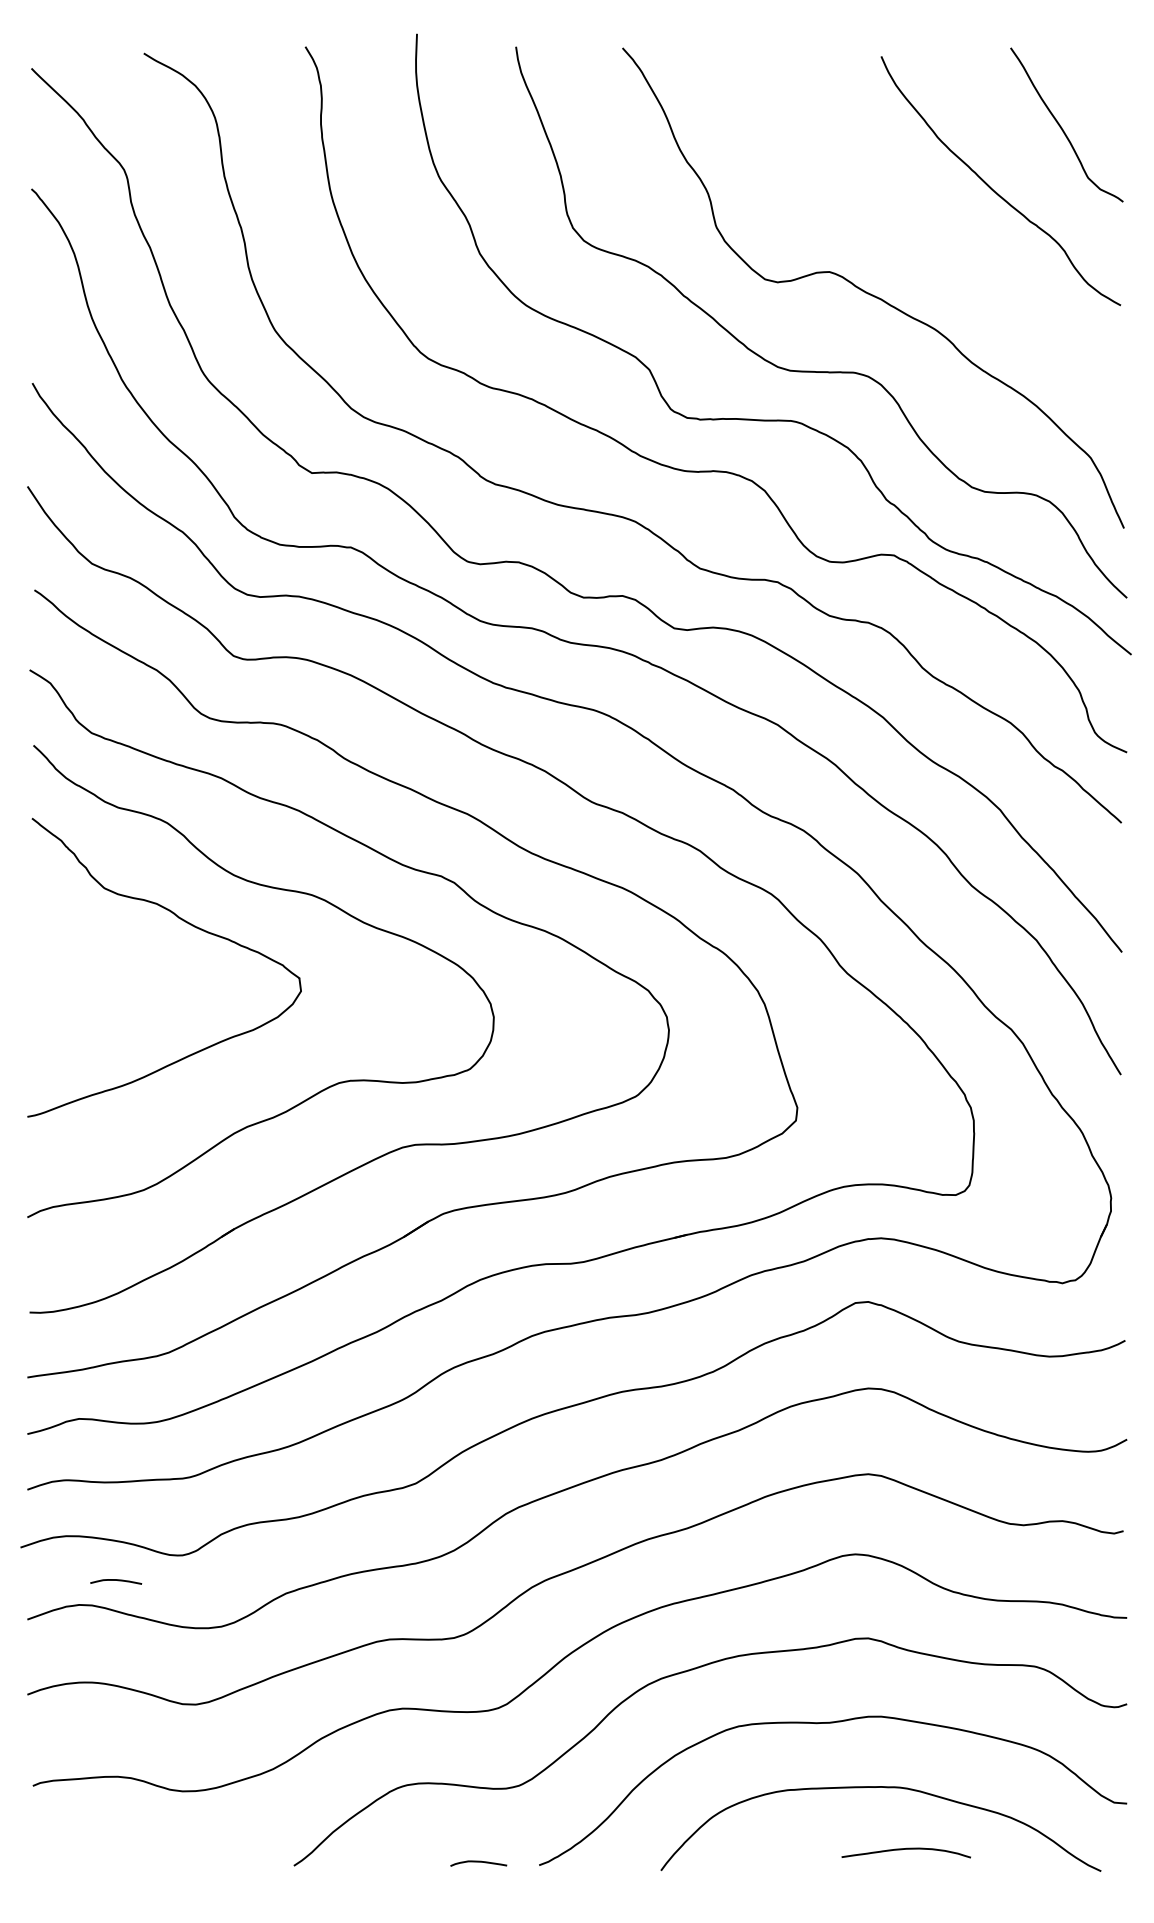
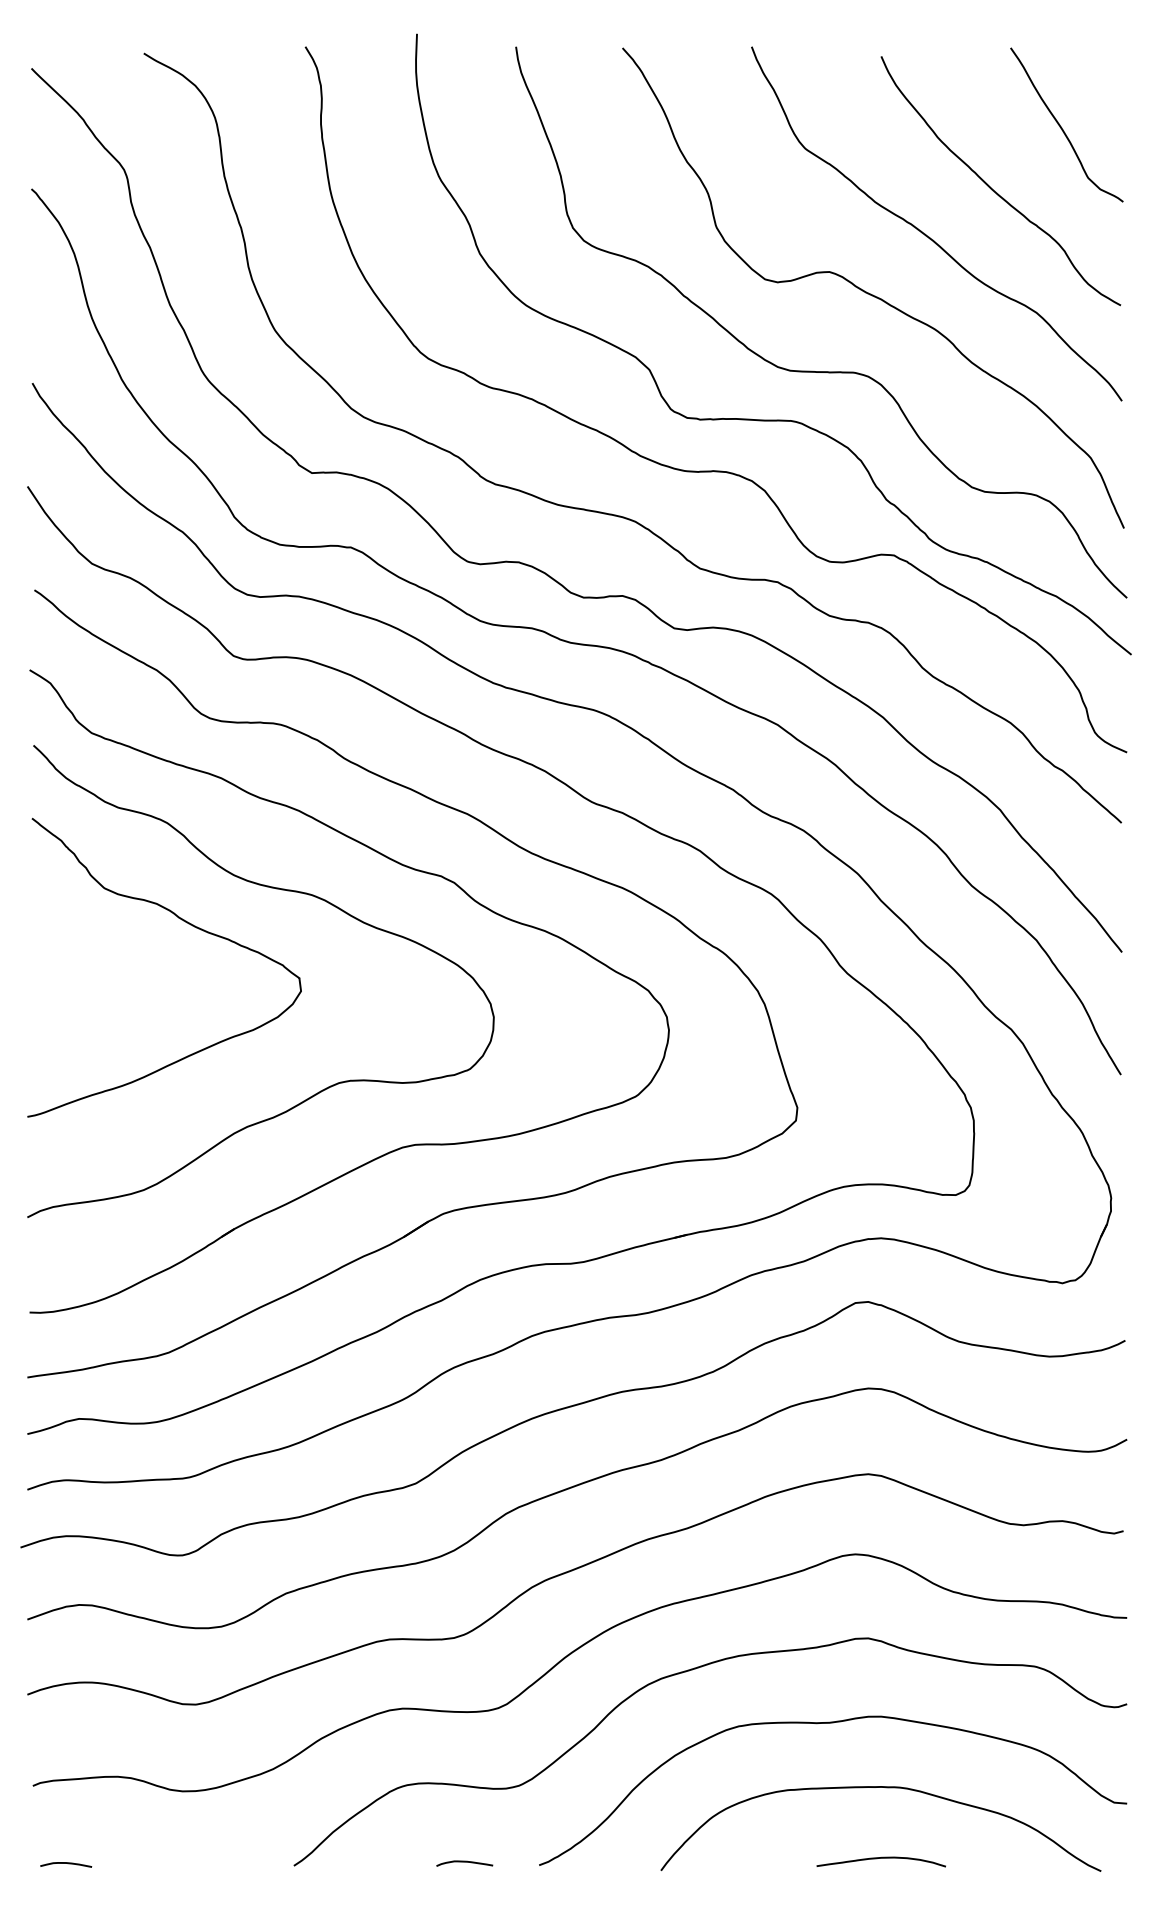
curve at (929, 236): none -> present
curve at (116, 1580) position: (116, 1580) -> (66, 1863)
curve at (905, 1849) position: (905, 1849) -> (880, 1858)
curve at (478, 1862) position: (478, 1862) -> (464, 1862)
